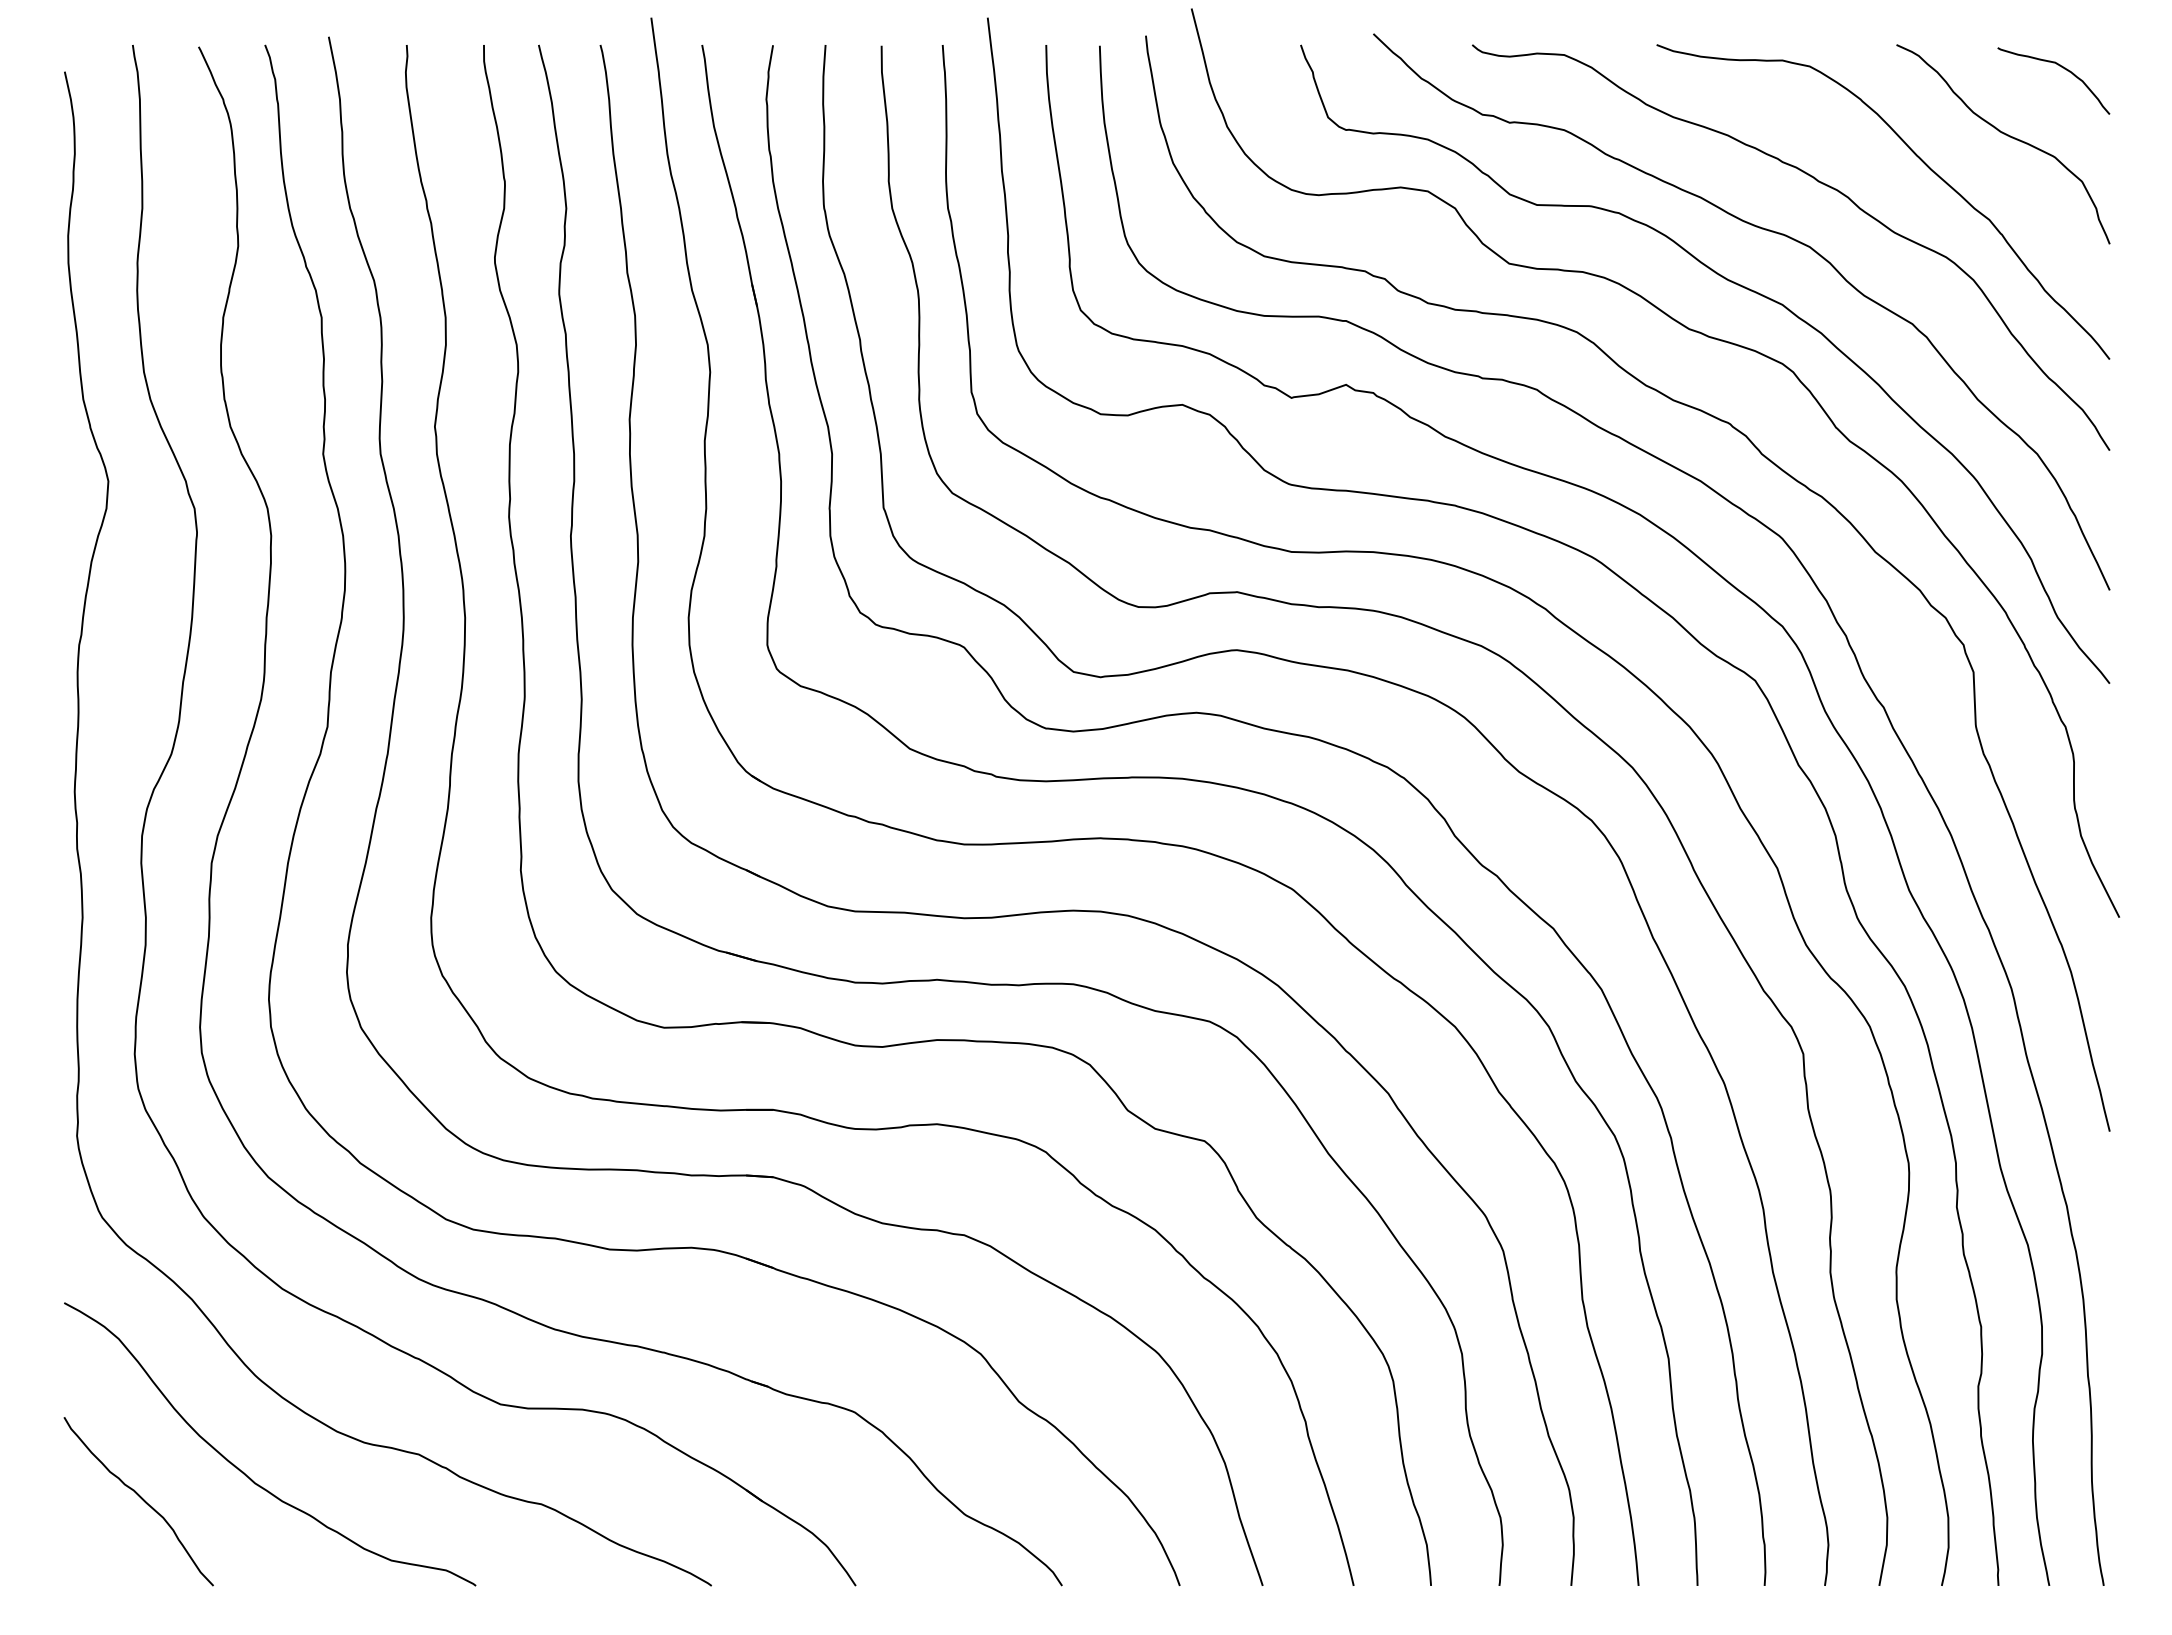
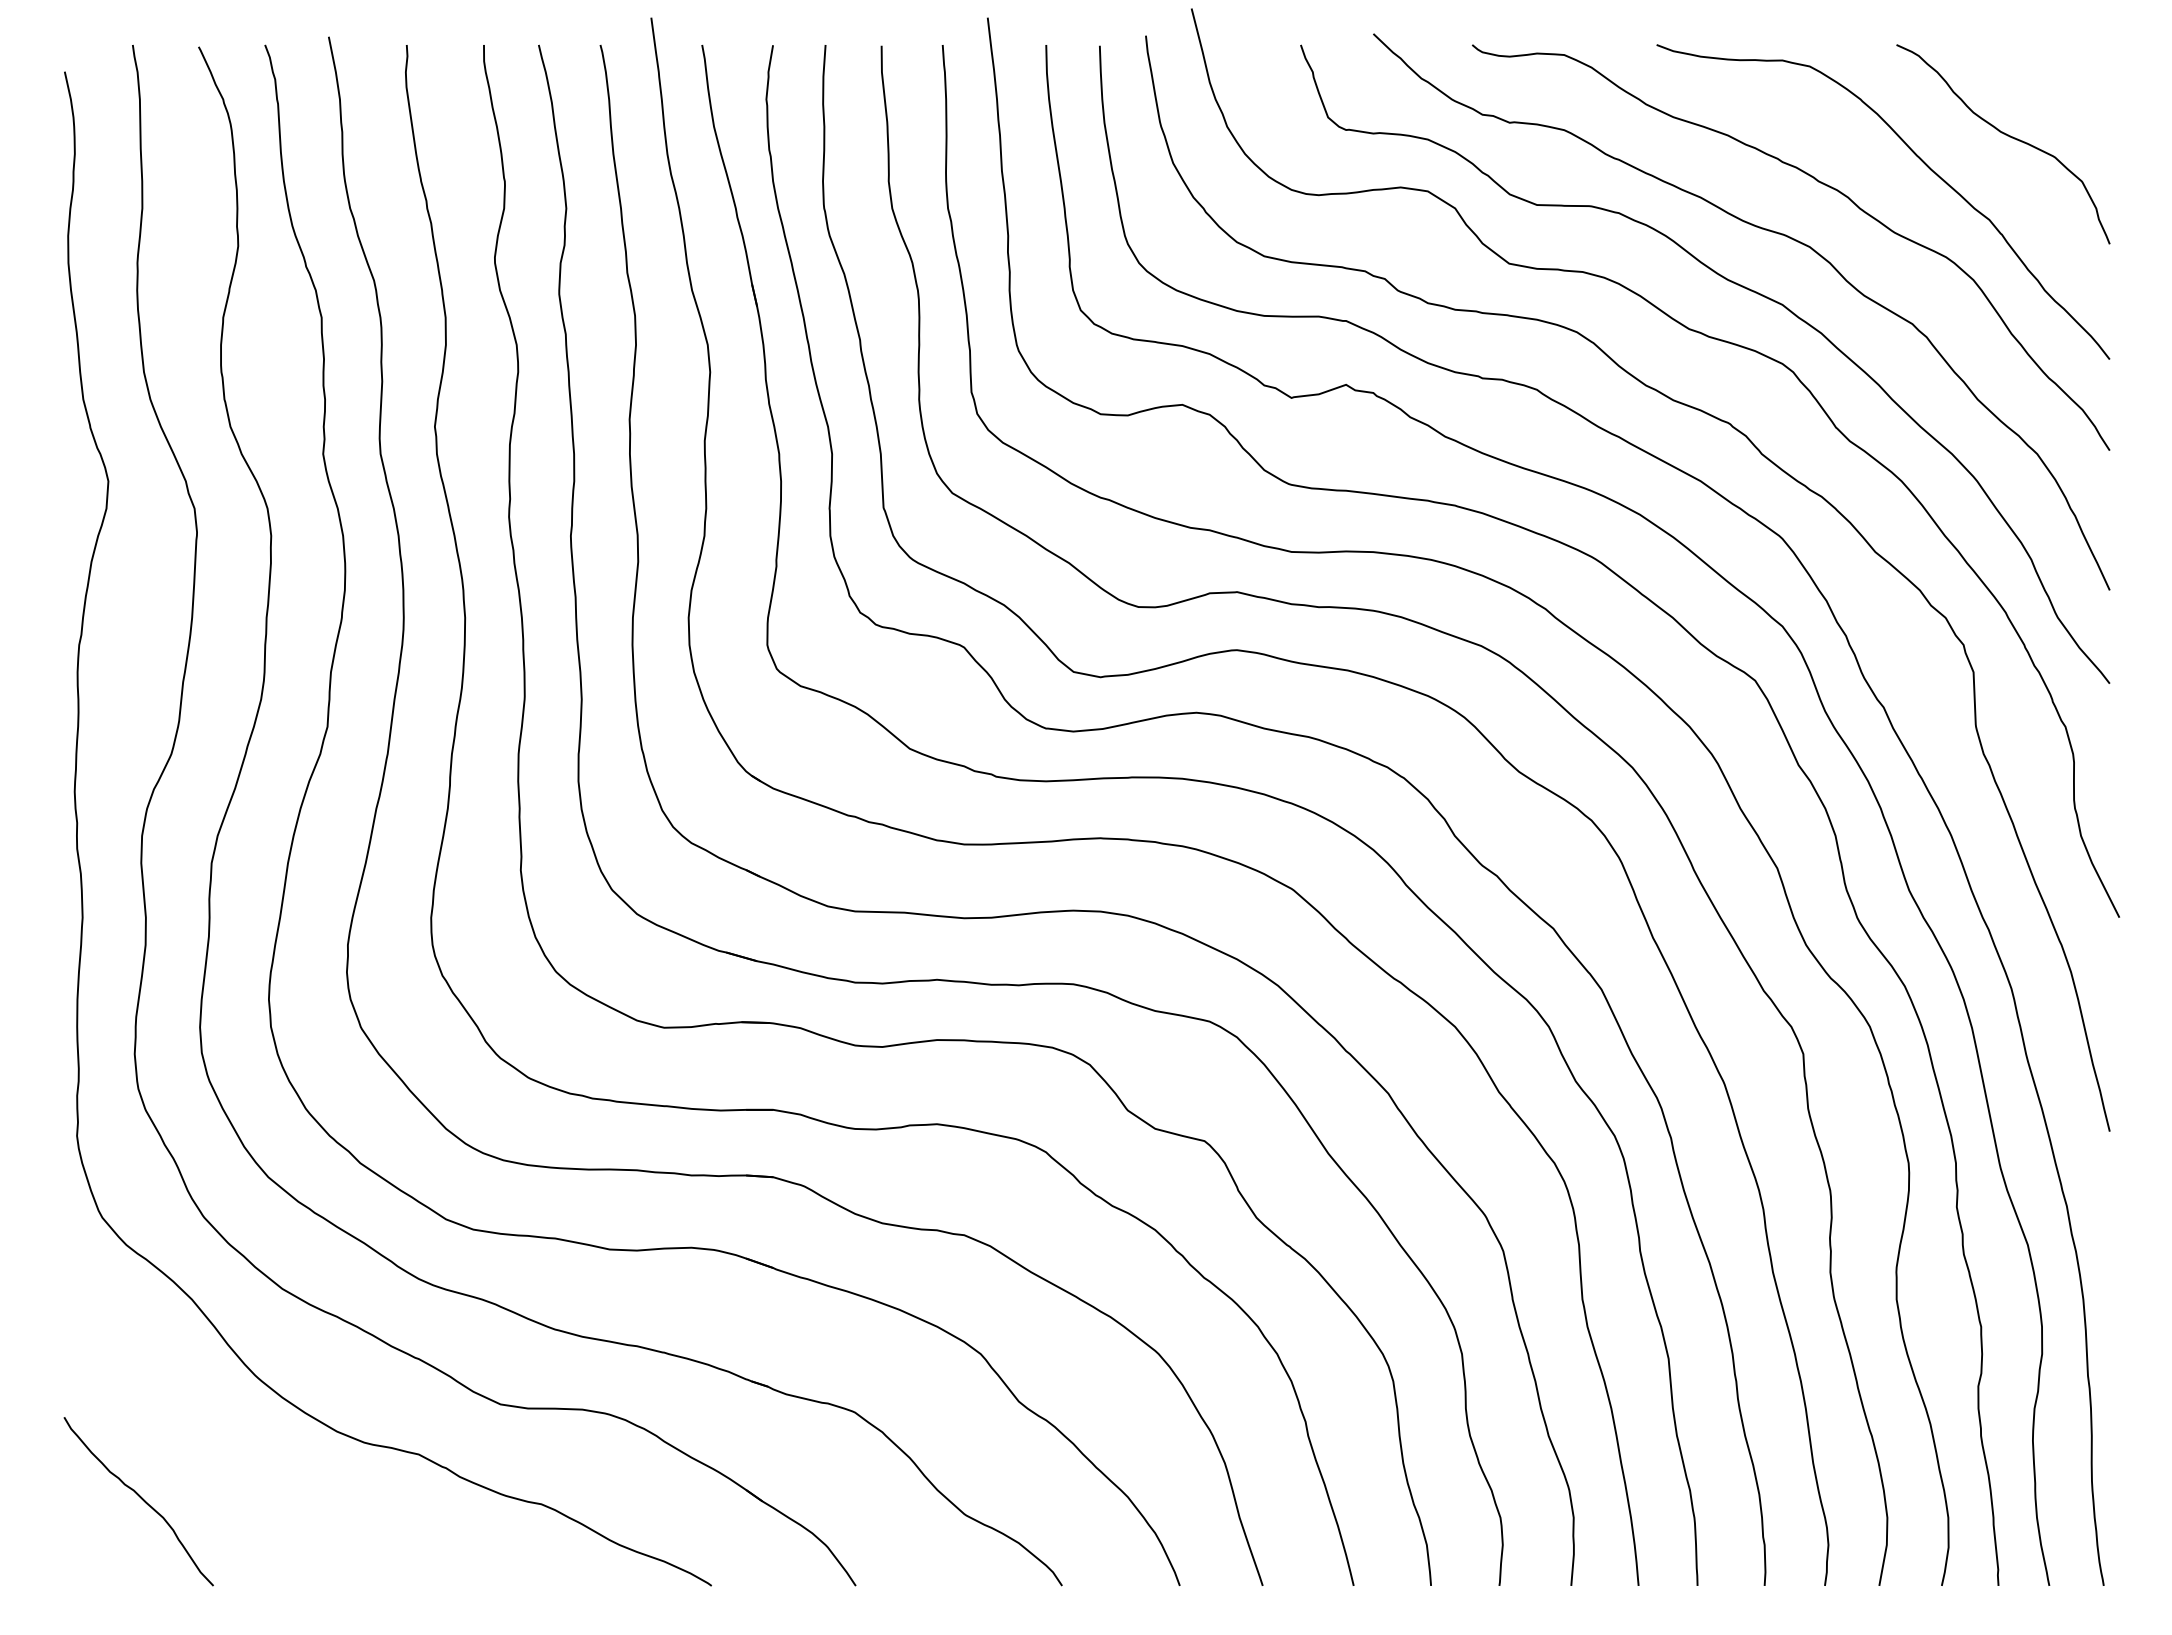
curve at (2062, 68): present -> none
curve at (243, 1471): present -> none
